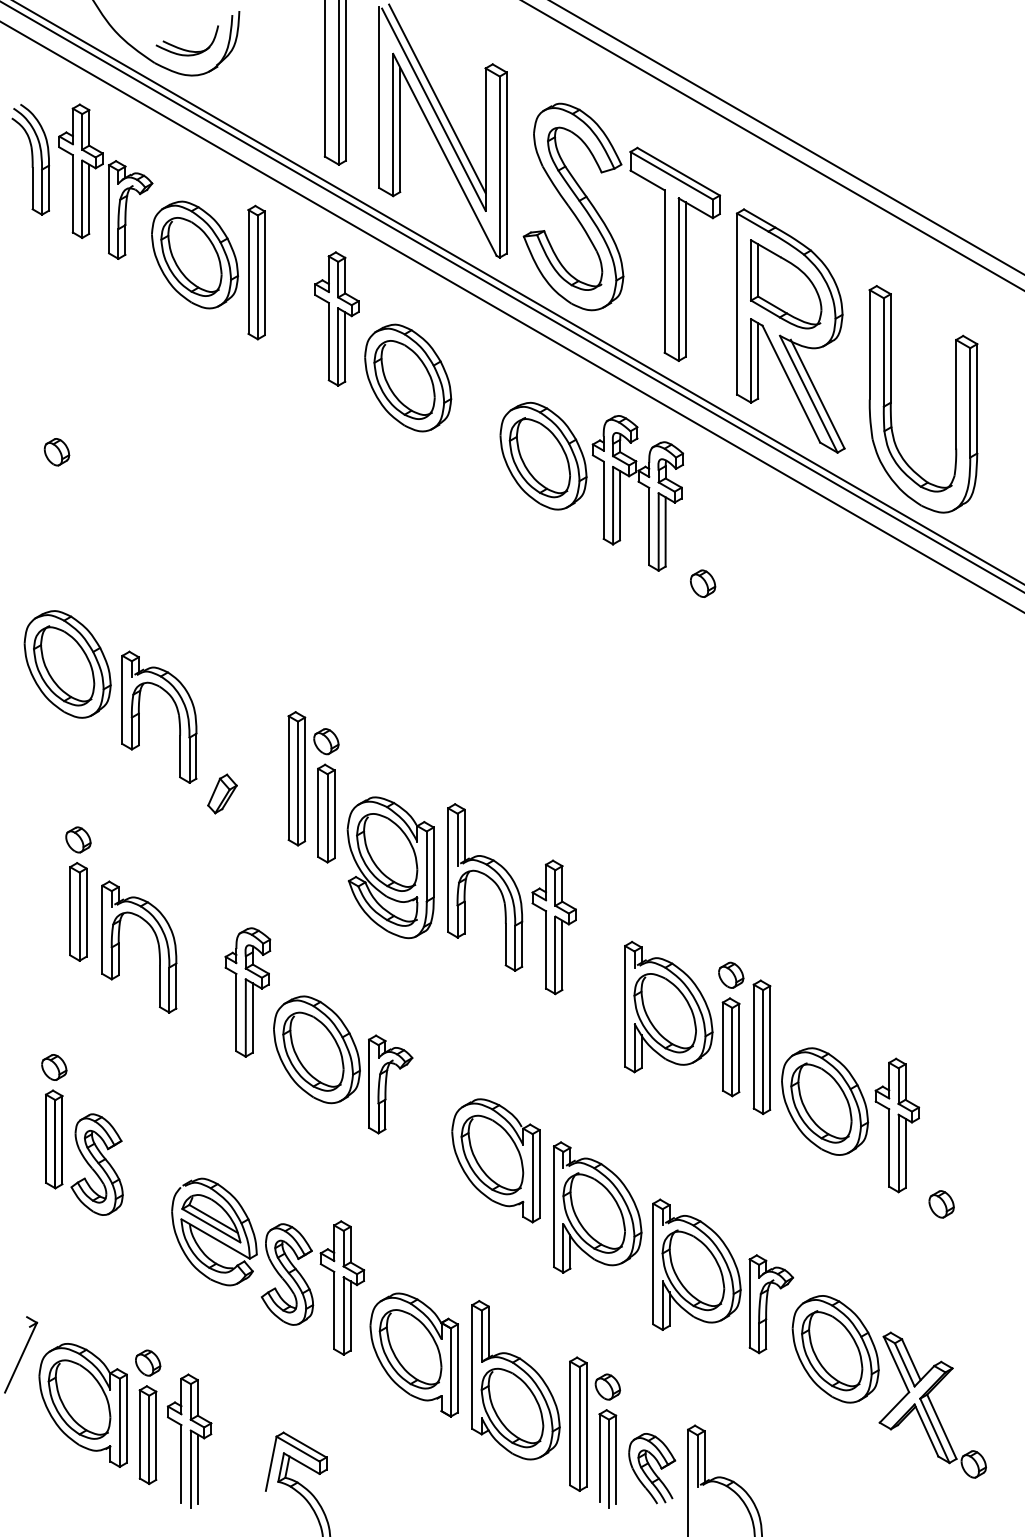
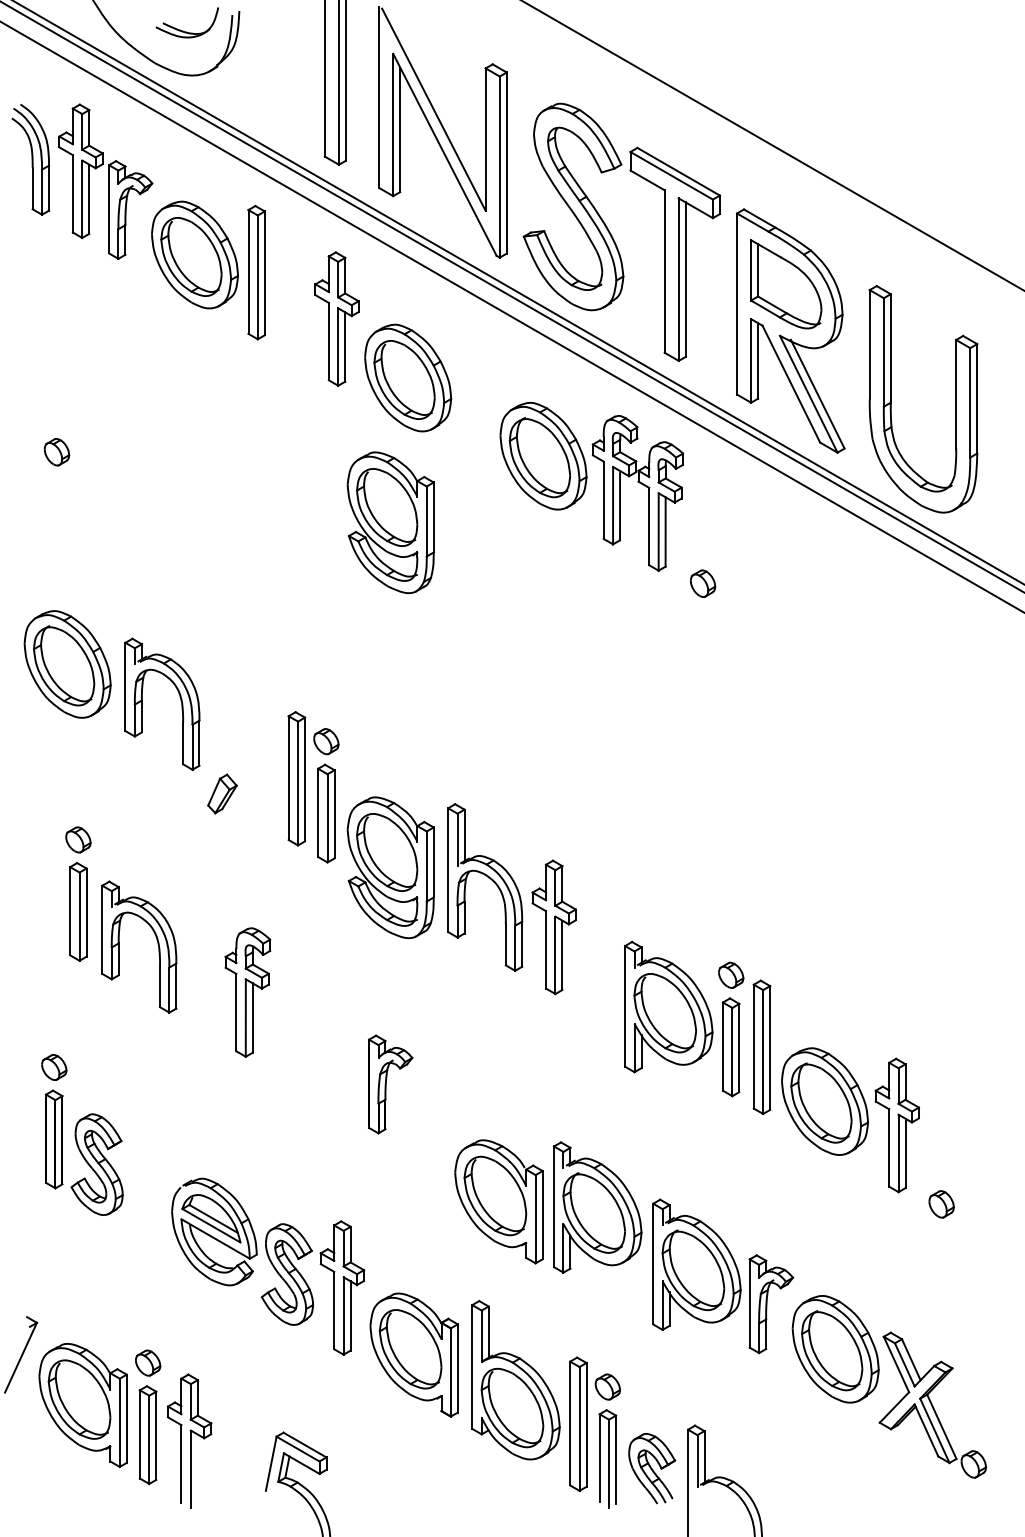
part at (183, 48) position: (183, 48) -> (183, 30)
line at (437, 98): present -> none
line at (786, 137): present -> none
part at (390, 522): none -> present
part at (176, 710) position: (176, 710) -> (179, 697)
part at (316, 1049): present -> none
part at (495, 1160) position: (495, 1160) -> (498, 1201)
line at (197, 1468): present -> none
